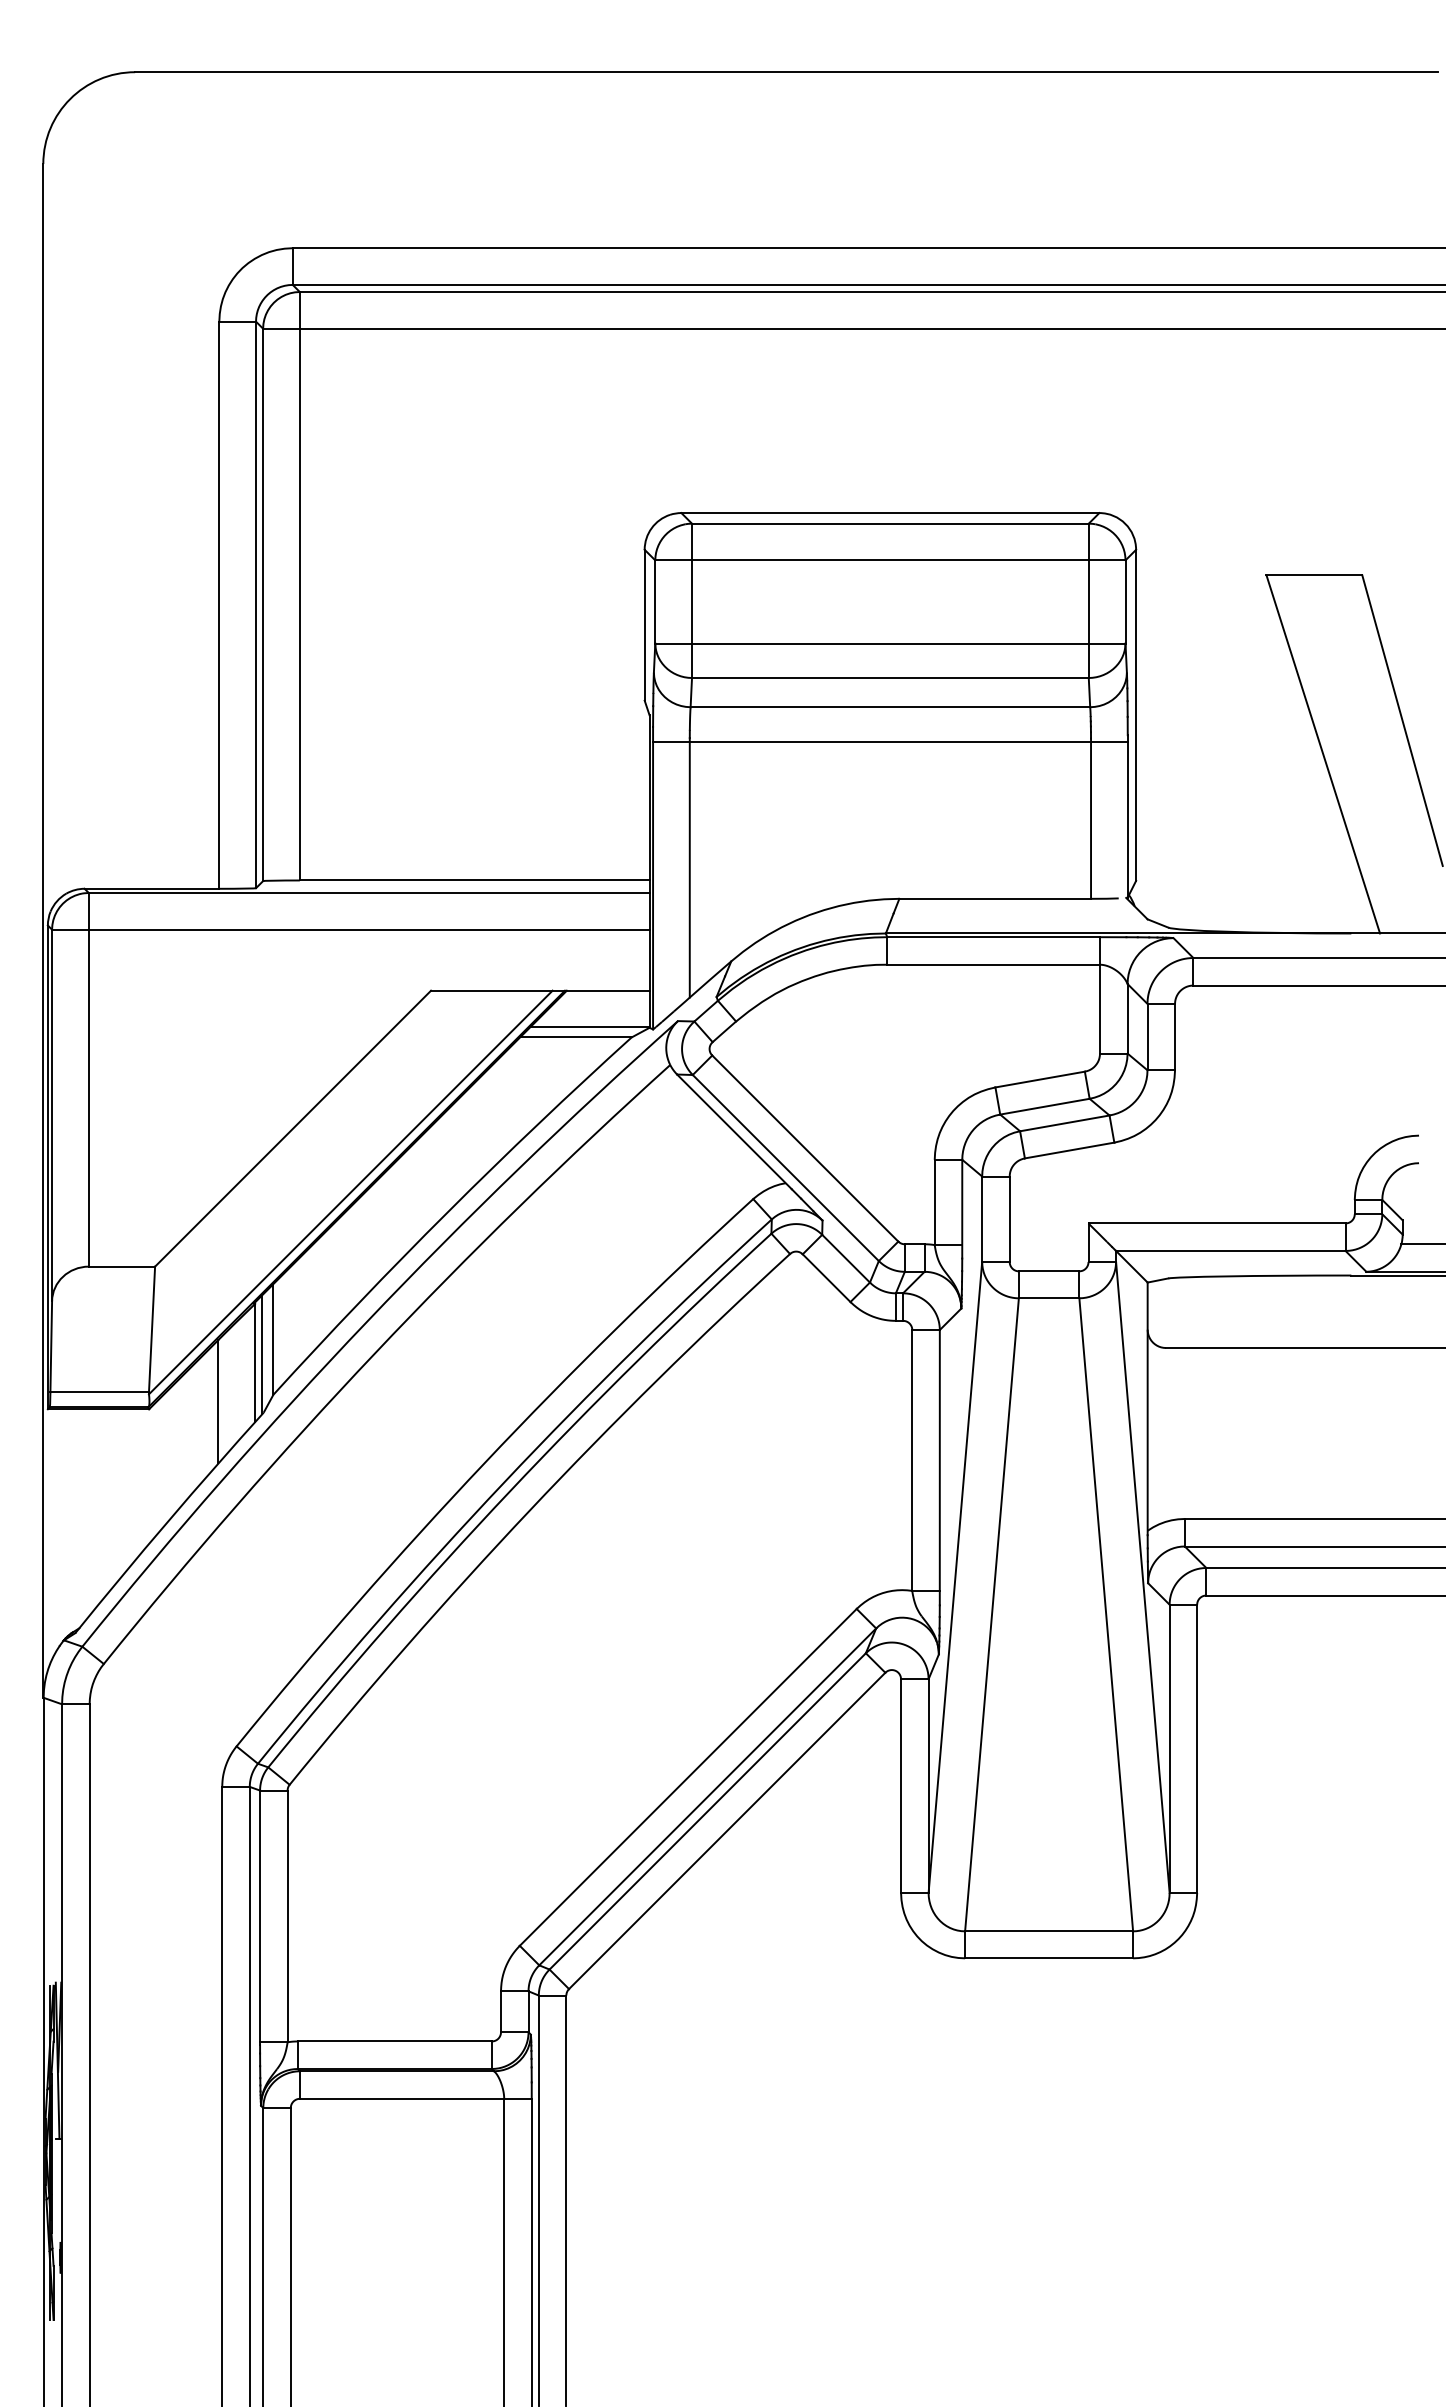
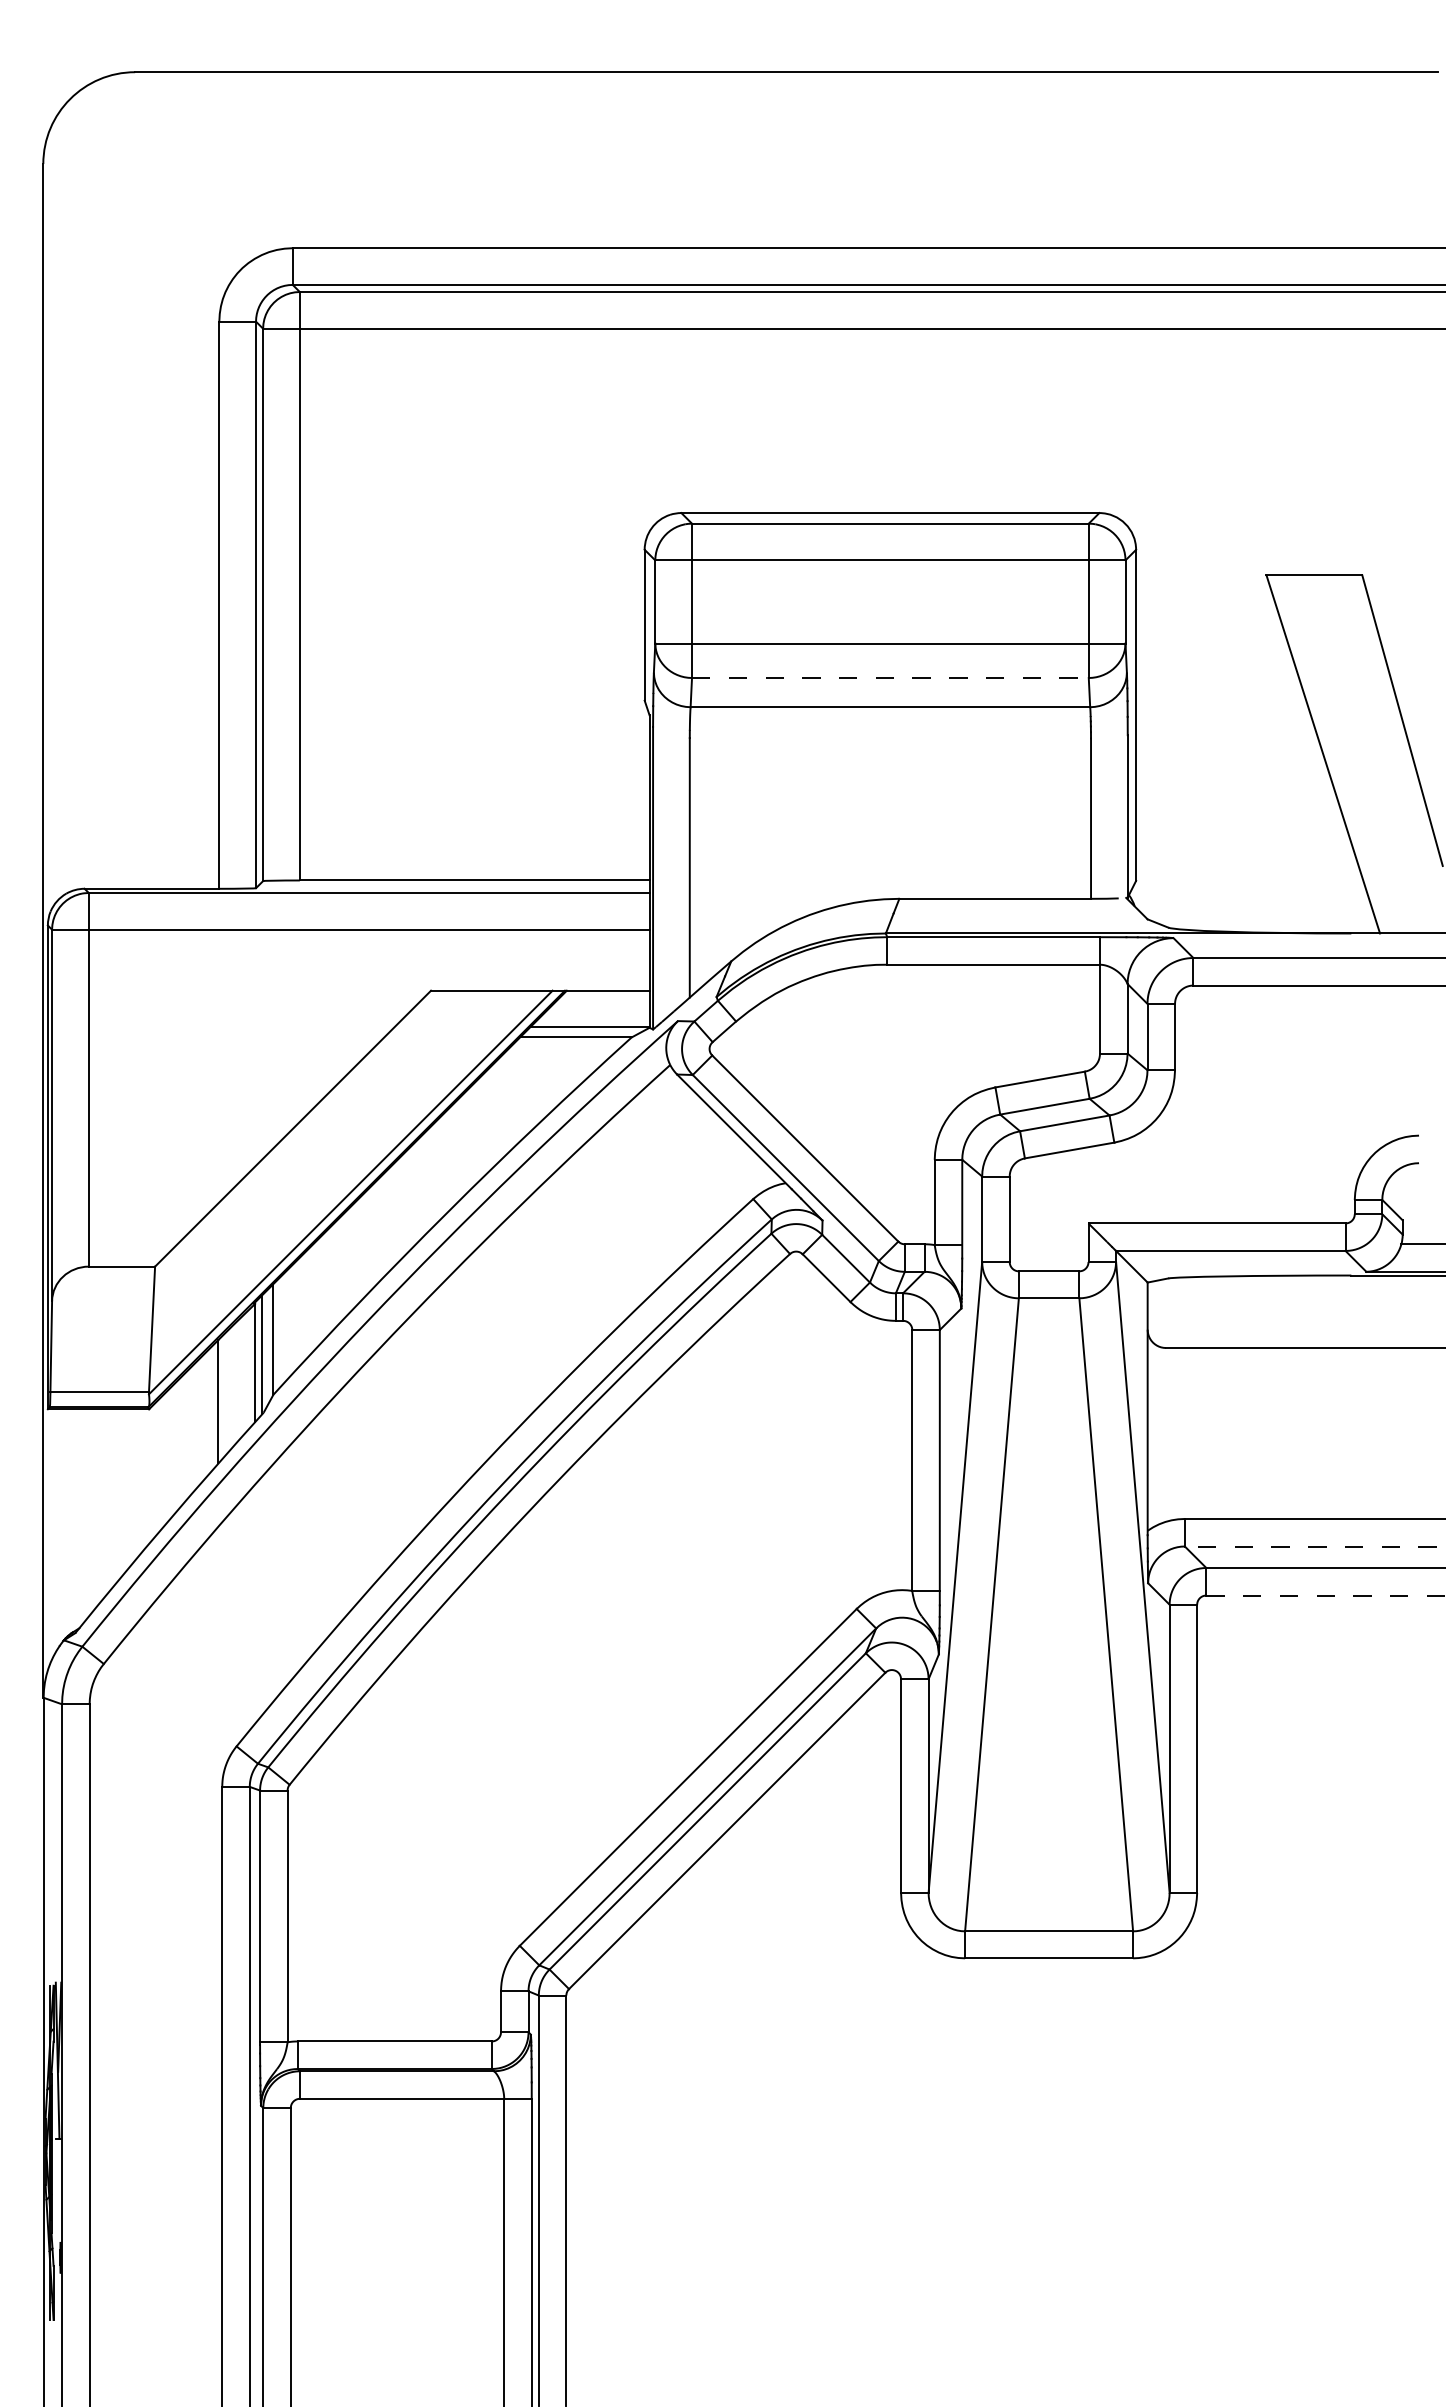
line at (890, 678): solid -> dashed
line at (890, 741): present -> none
line at (1314, 1546): solid -> dashed
line at (1326, 1595): solid -> dashed
